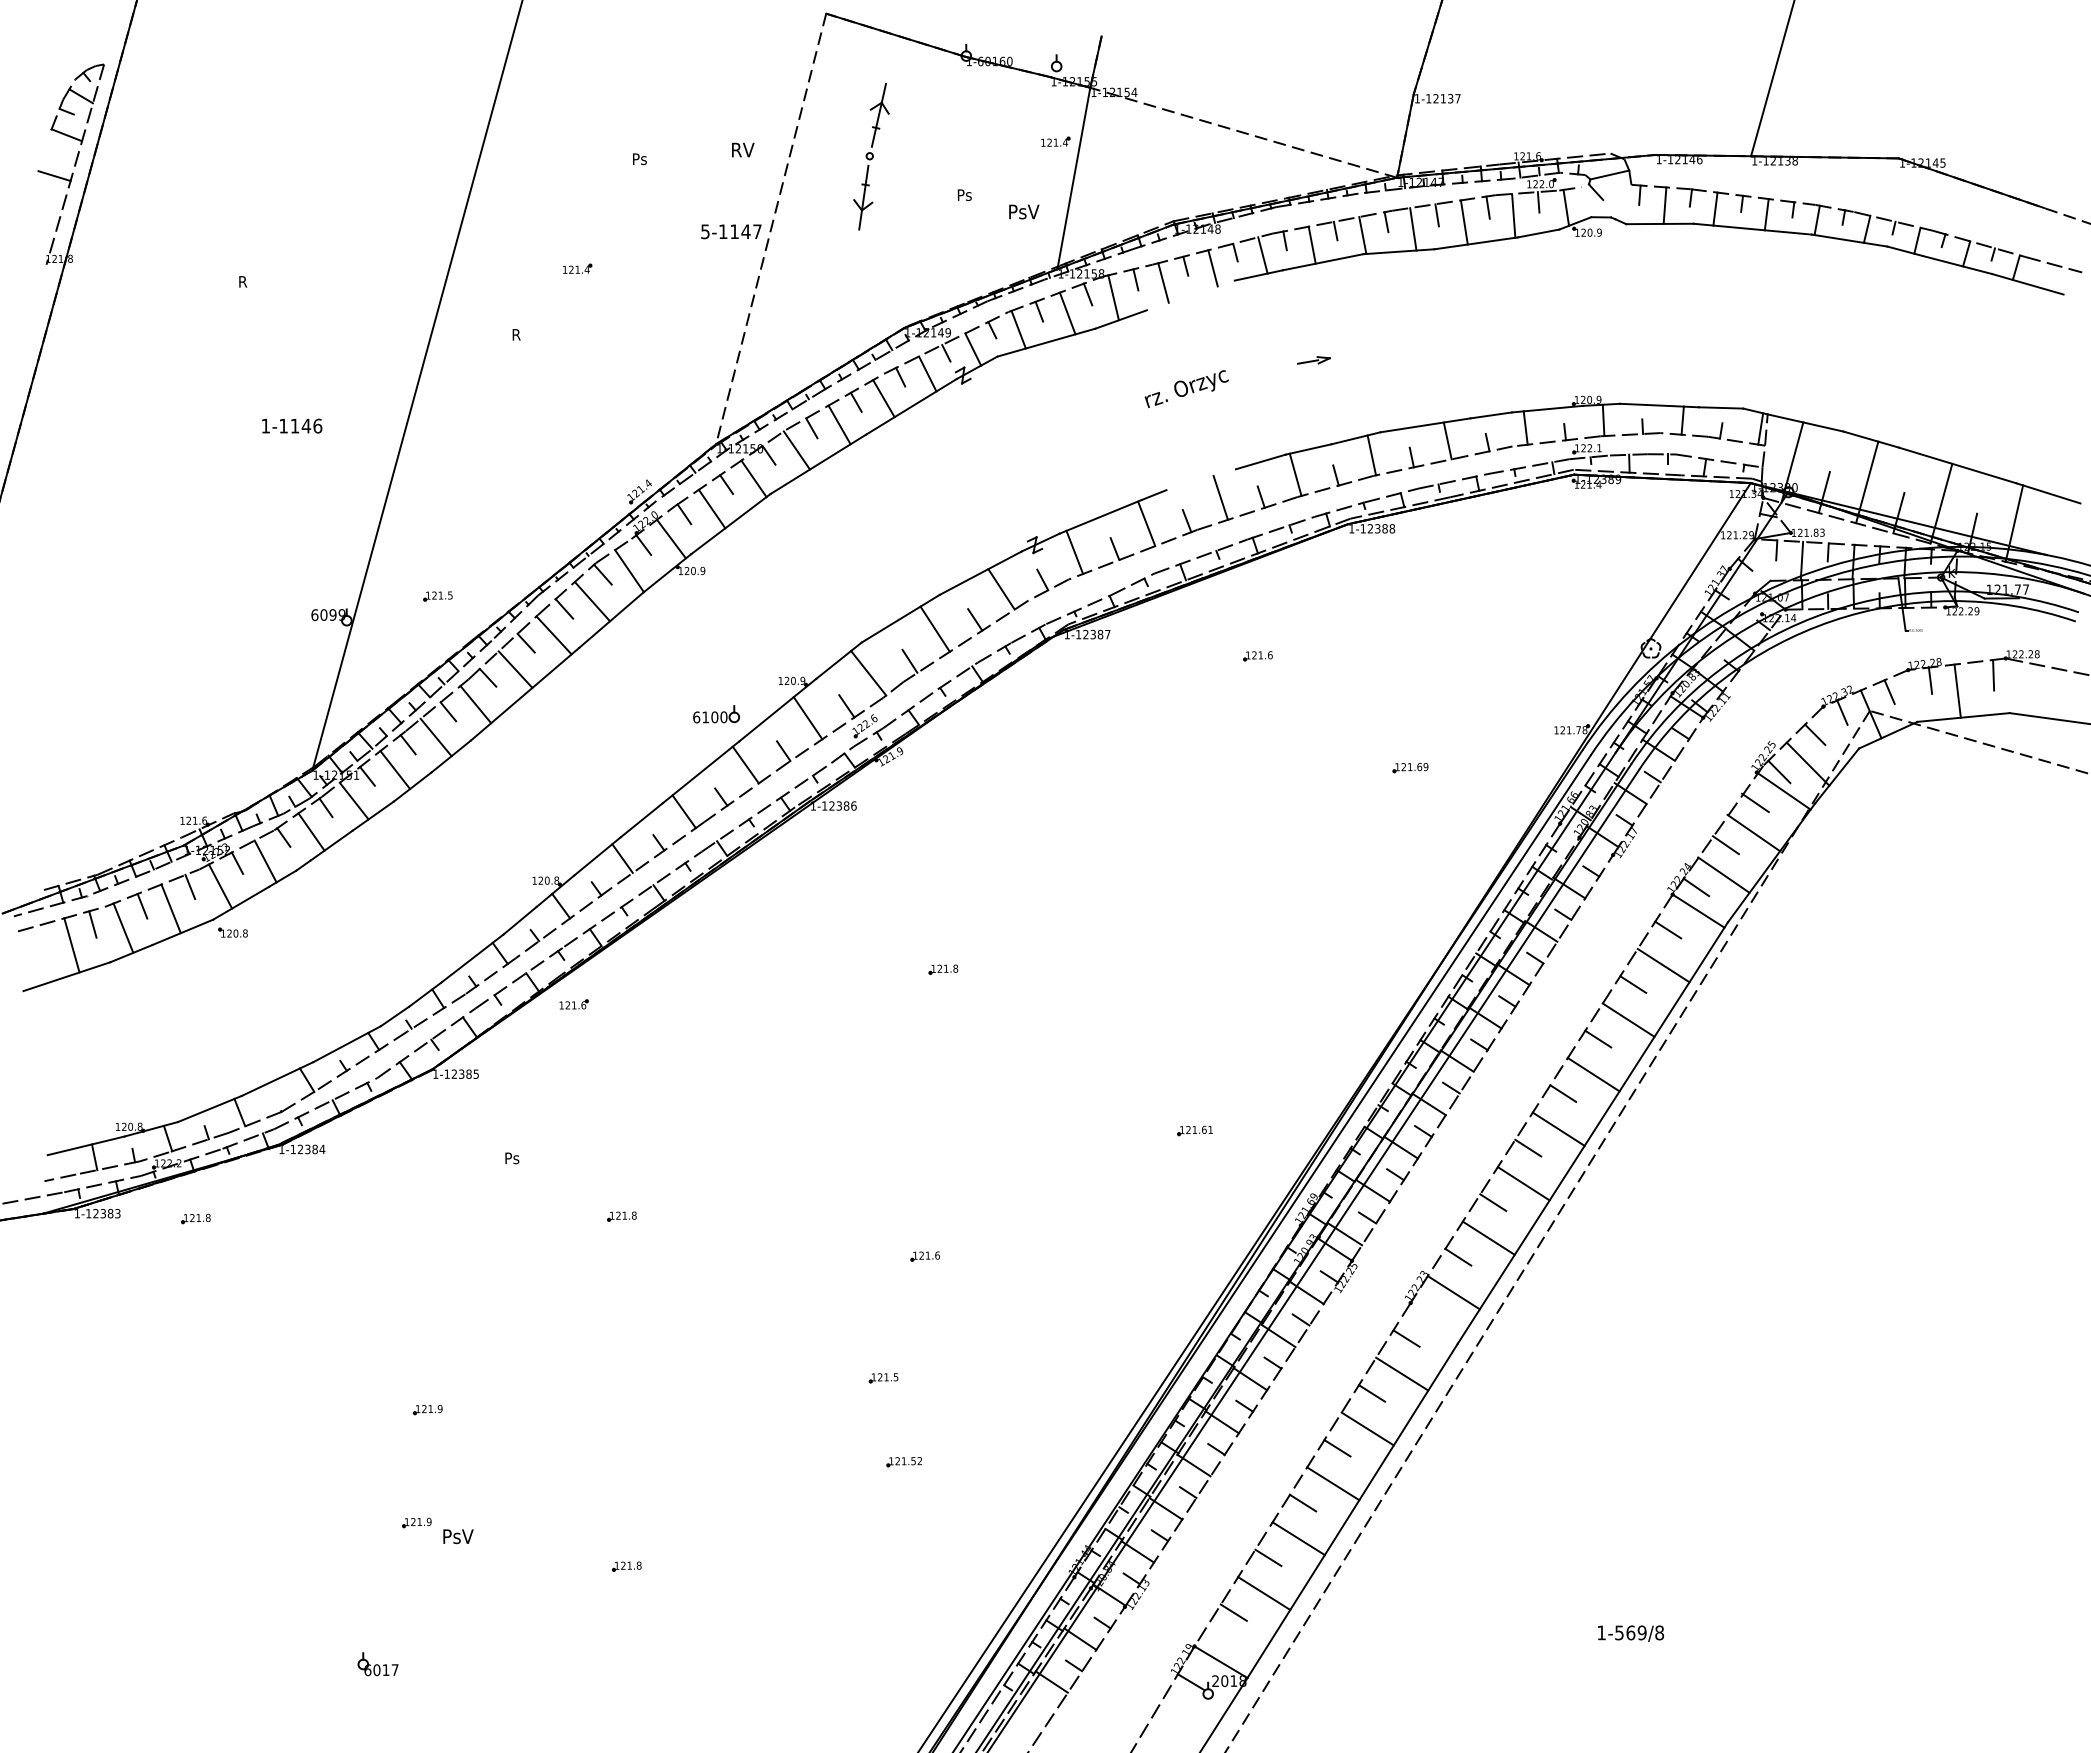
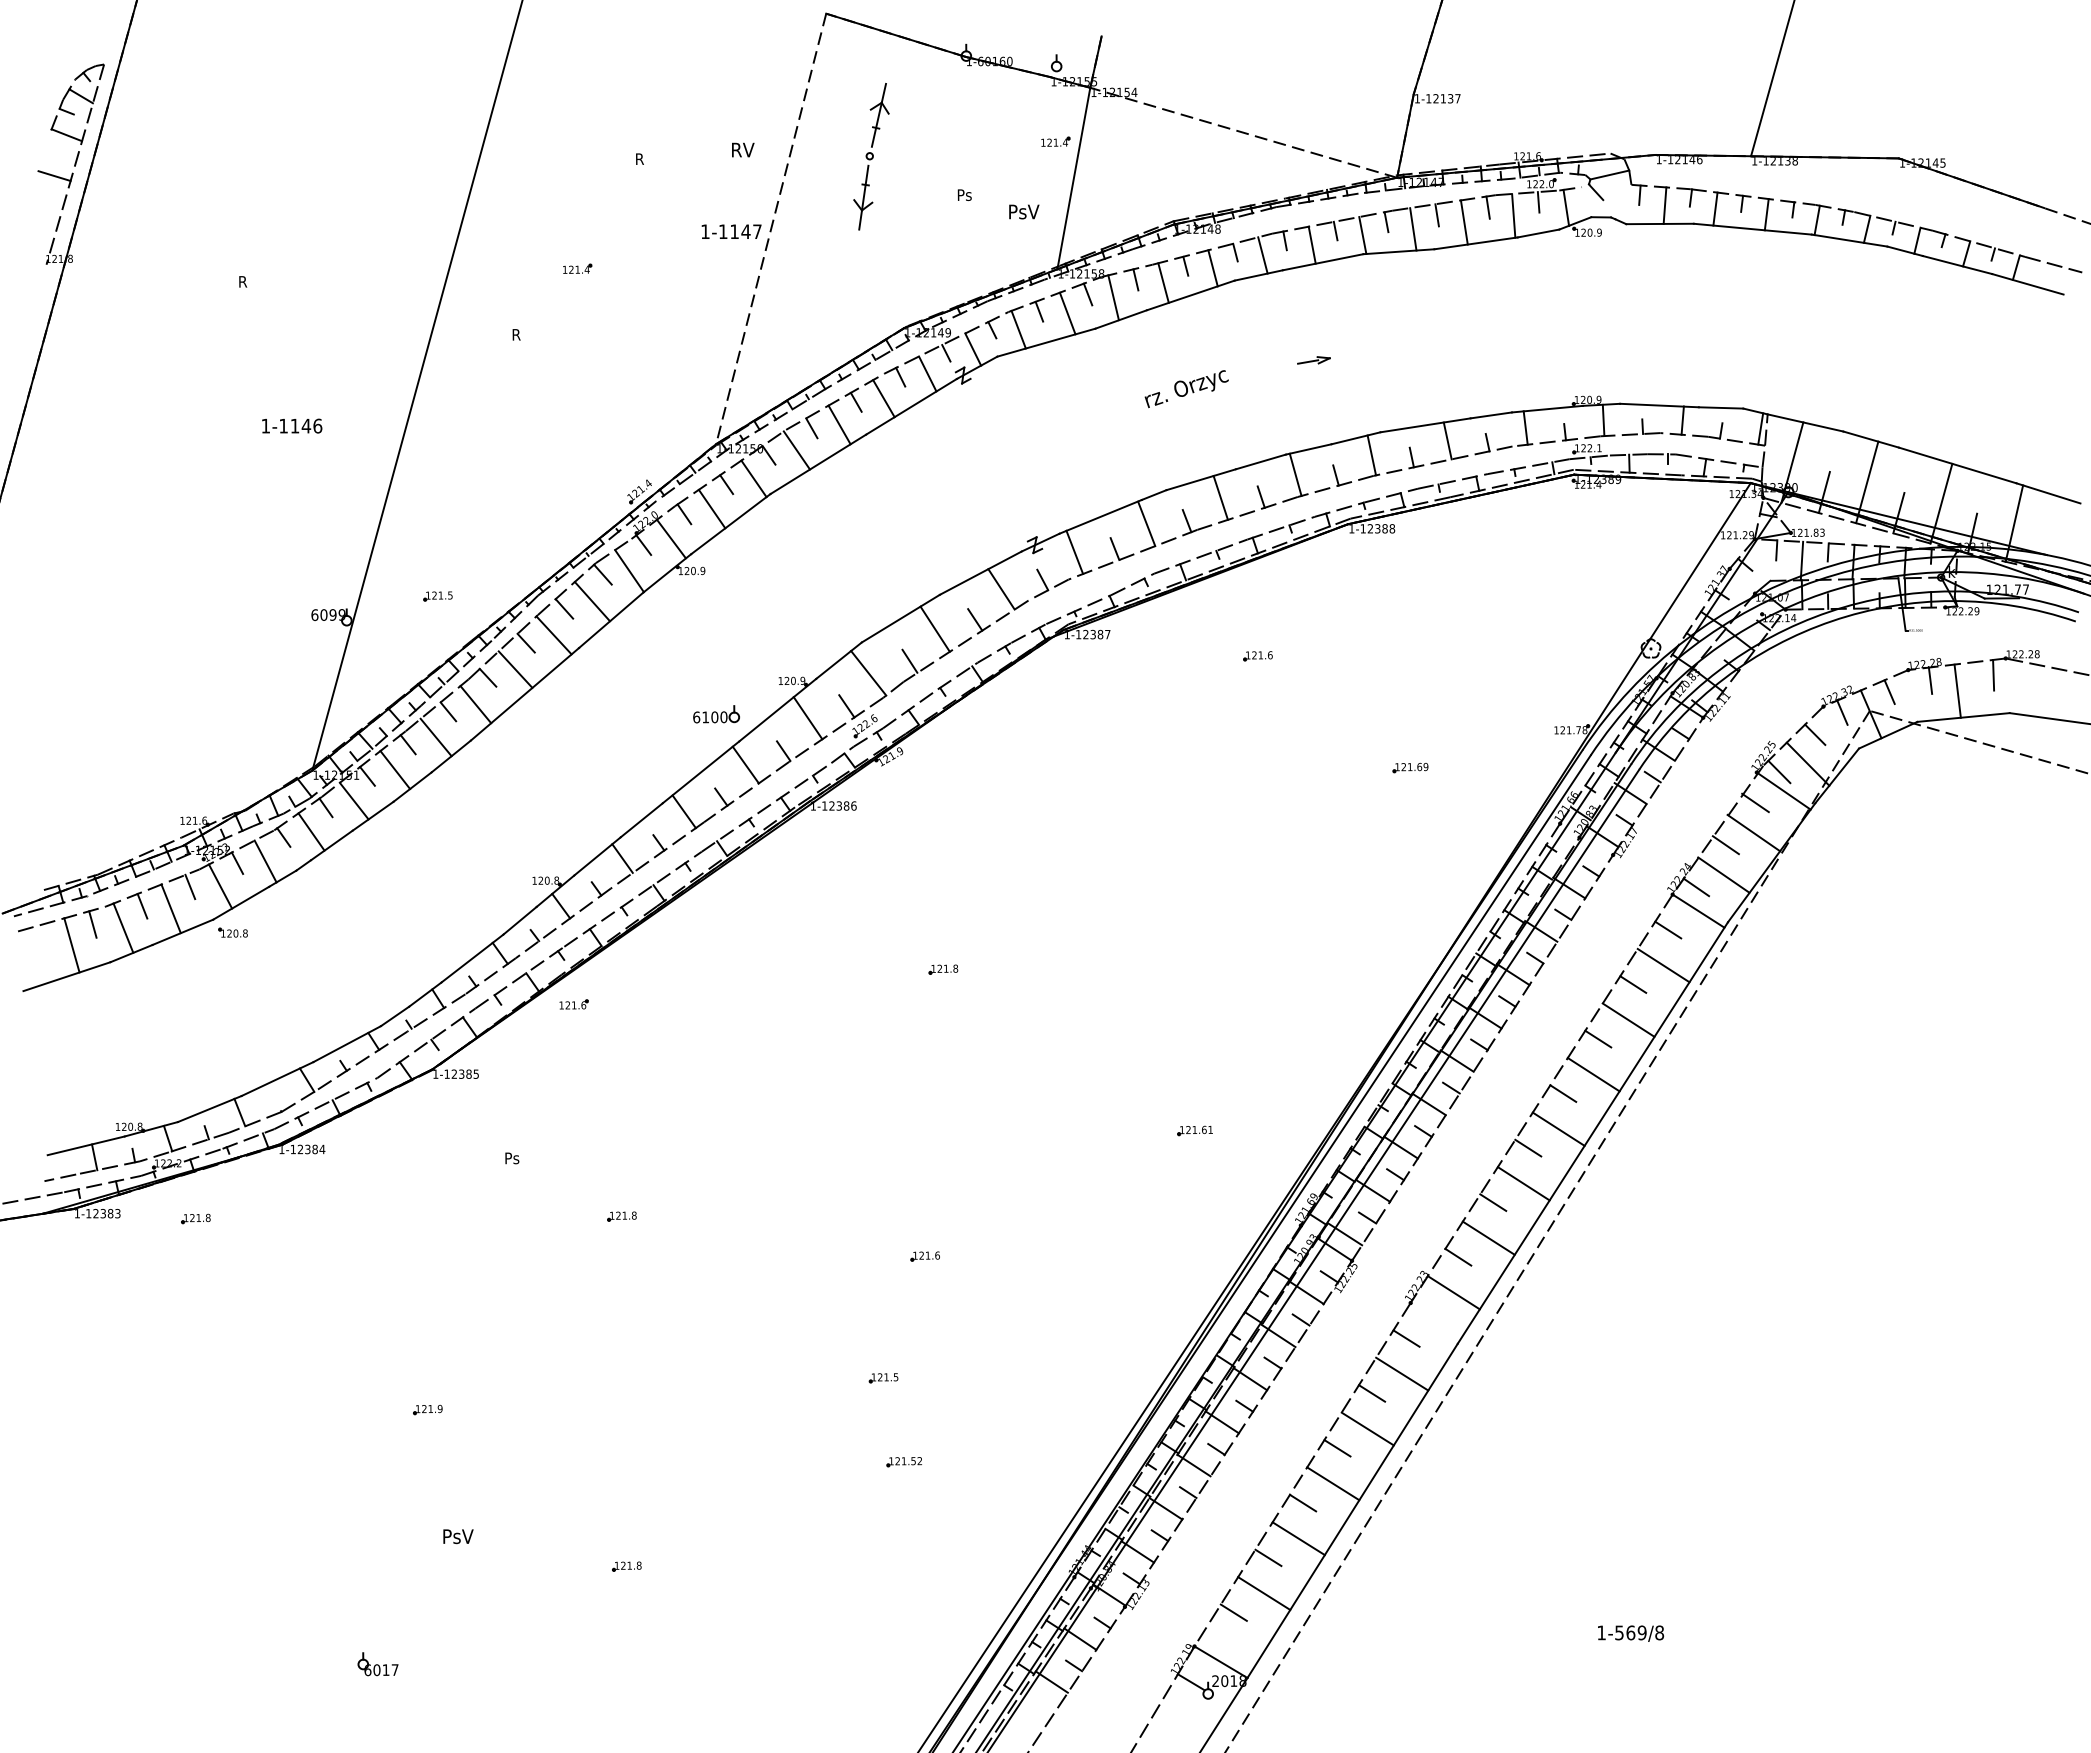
text at (639, 159): Ps -> R
text at (705, 231): 5-1147 -> 1-1147
line at (1190, 295): none -> present
line at (1200, 479): none -> present
part at (416, 1522): present -> none
